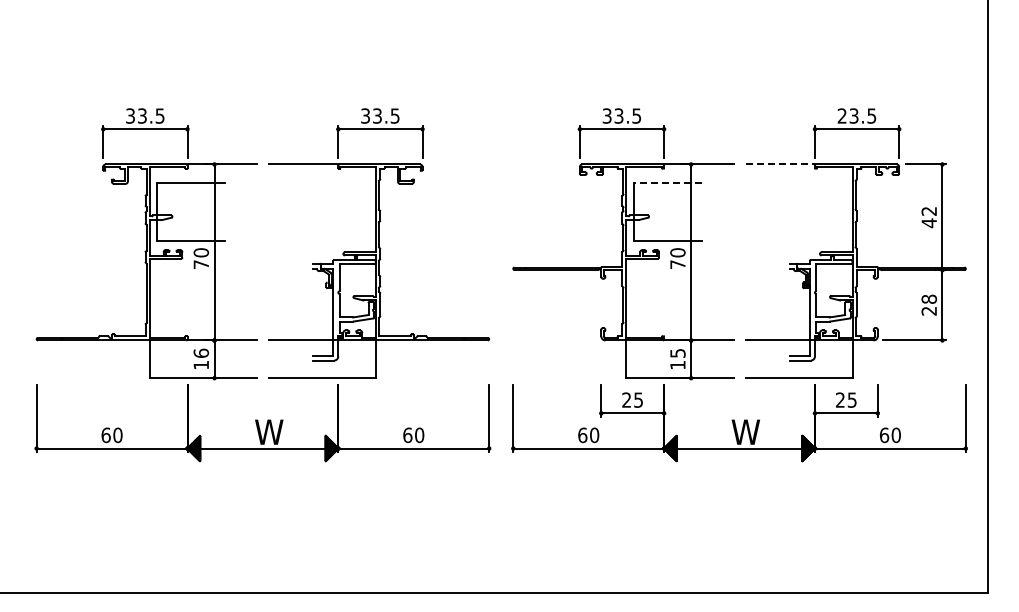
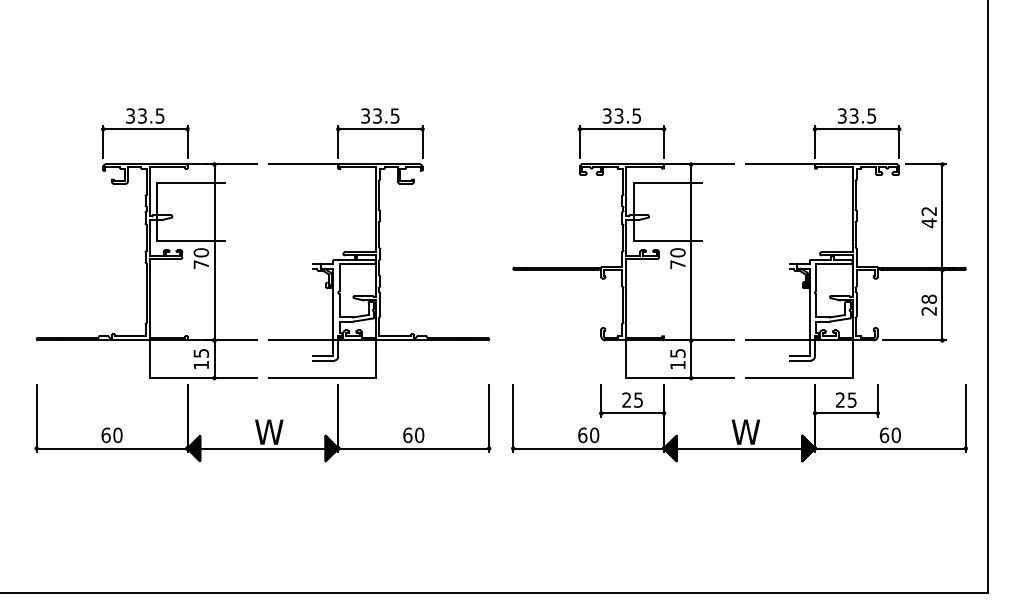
text at (841, 115): 23.5 -> 33.5
line at (780, 164): dashed -> solid
line at (667, 183): dashed -> solid
text at (201, 352): 16 -> 15
